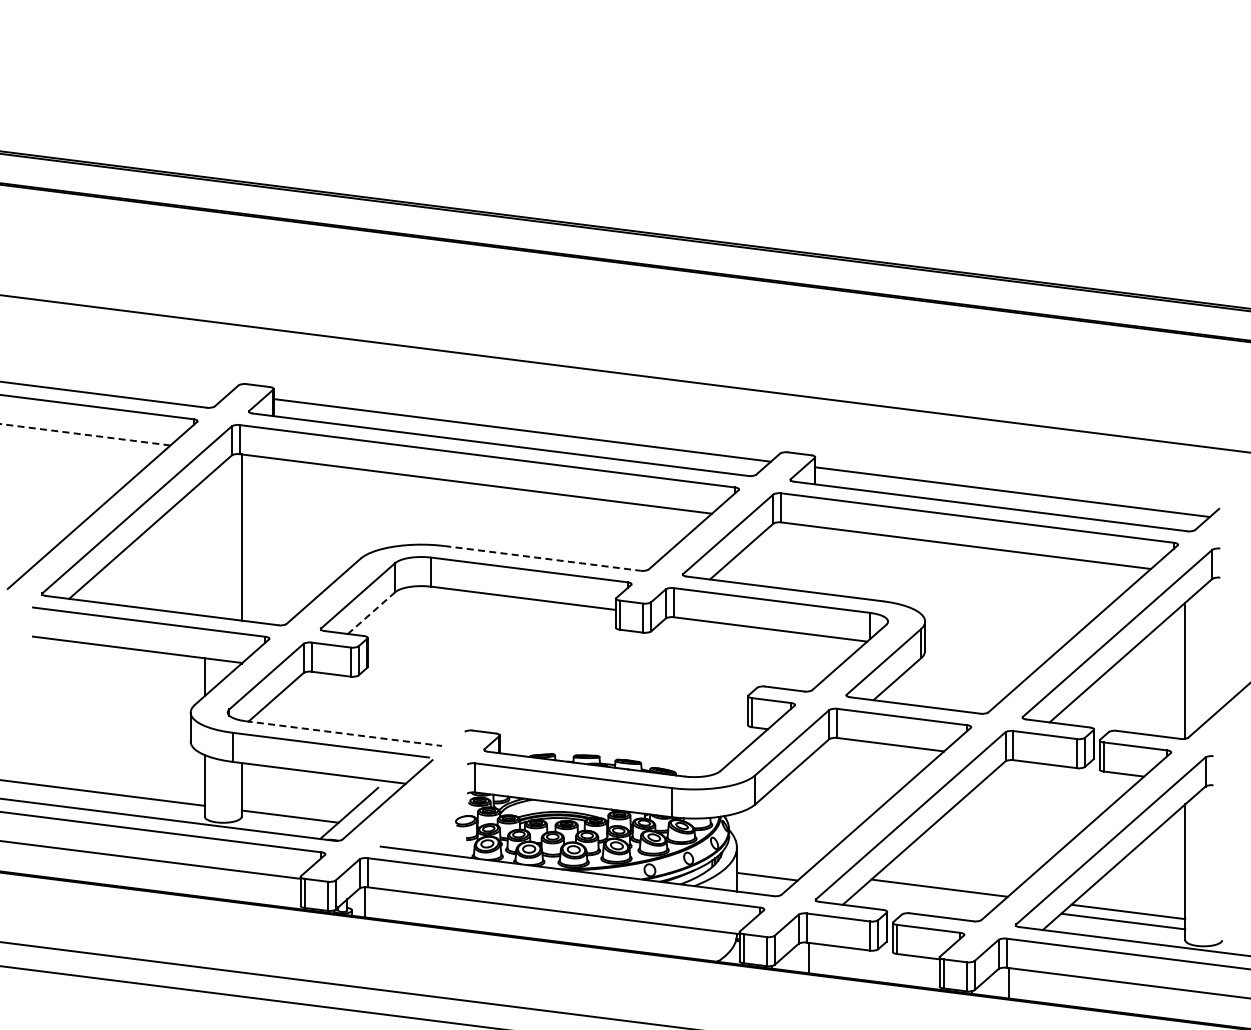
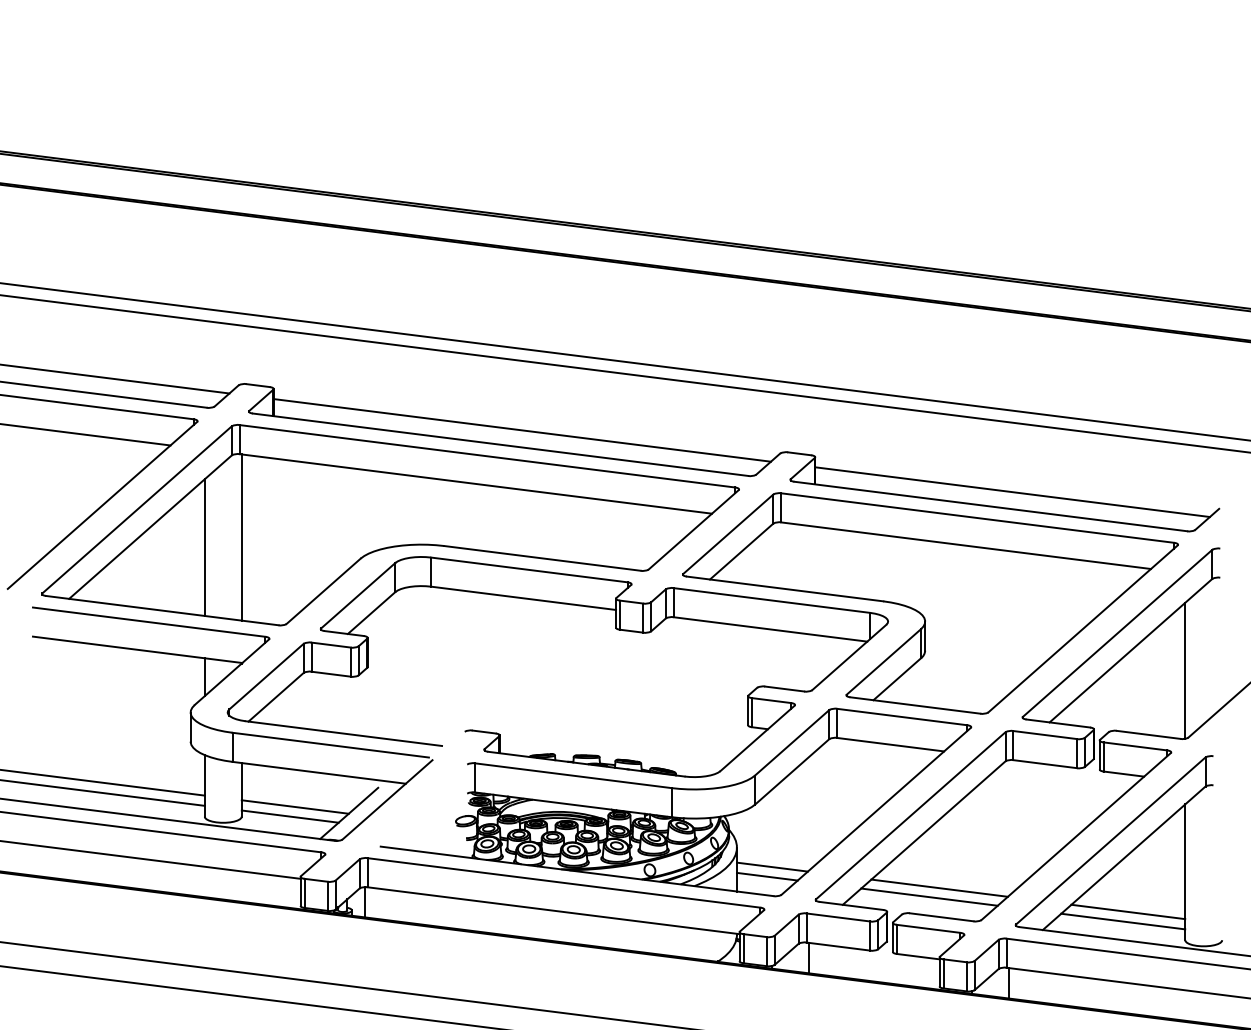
line at (624, 361): none -> present
line at (115, 378): none -> present
line at (85, 434): dashed -> solid
line at (204, 547): none -> present
line at (542, 558): dashed -> solid
line at (371, 613): dashed -> solid
line at (343, 733): dashed -> solid
line at (103, 782): none -> present
line at (294, 806): none -> present
line at (772, 866): none -> present
line at (929, 896): none -> present
